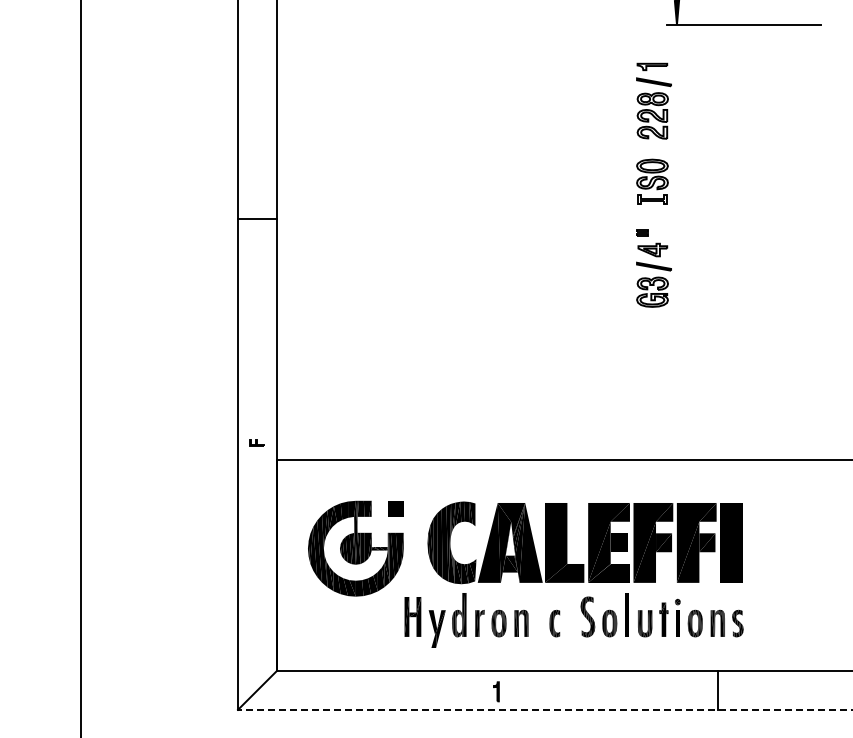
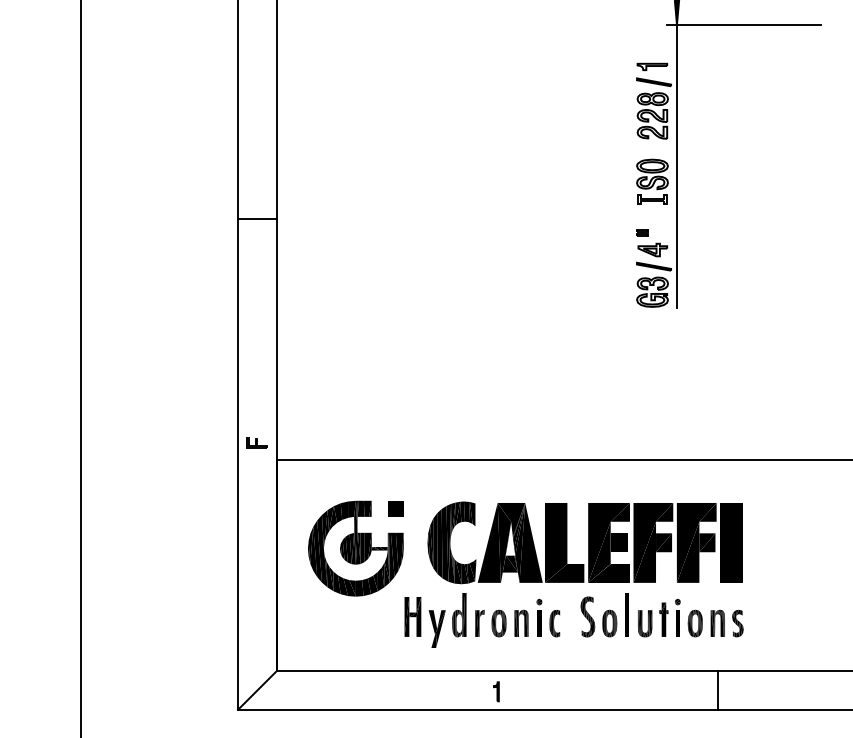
line at (676, 165): none -> present
part at (256, 442) size: 16x8 px -> 22x12 px
part at (539, 617): none -> present
line at (544, 709): dashed -> solid
